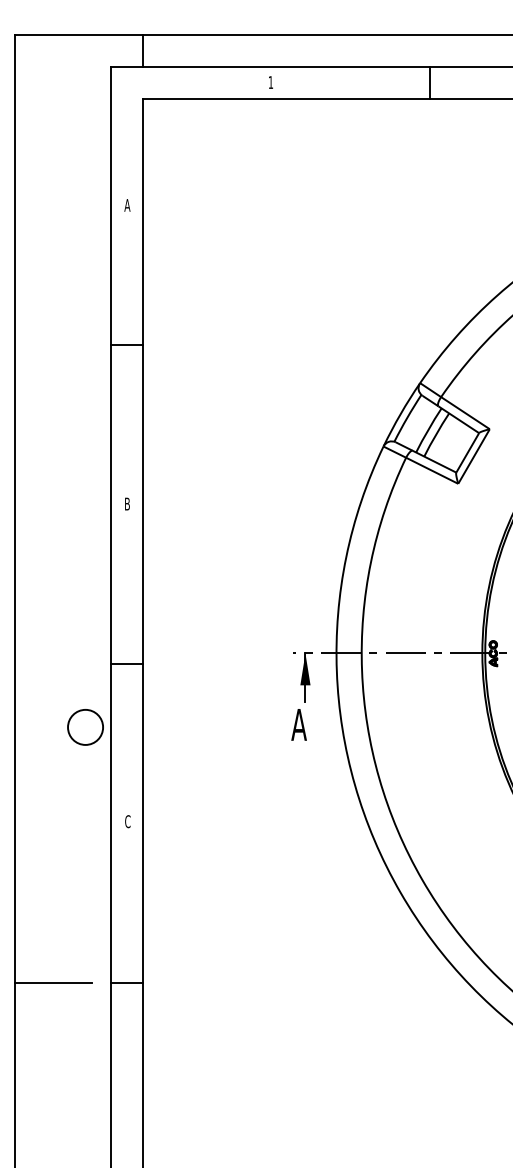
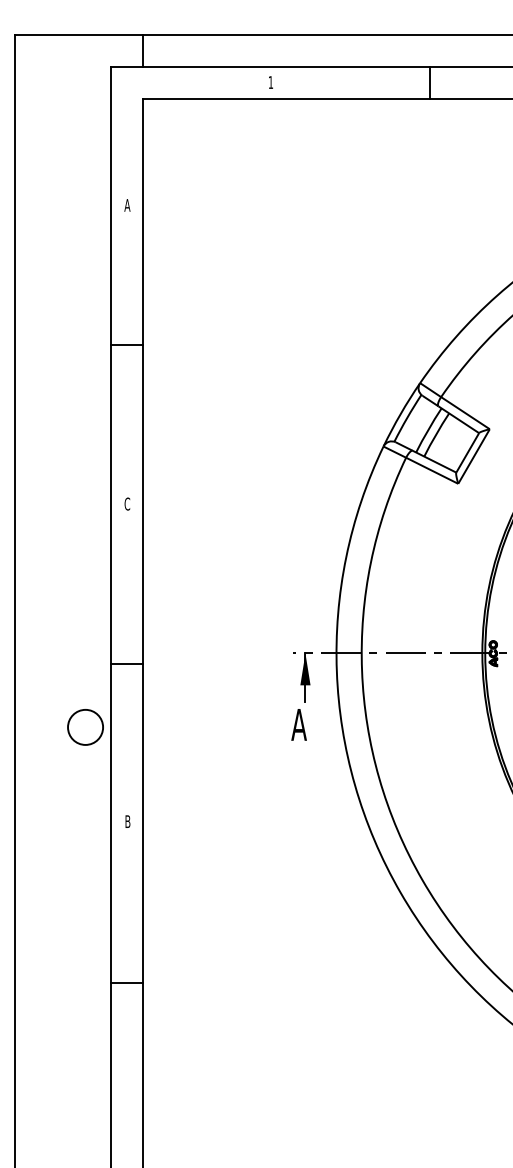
text at (127, 503): B -> C
text at (127, 821): C -> B
line at (53, 982): present -> none
